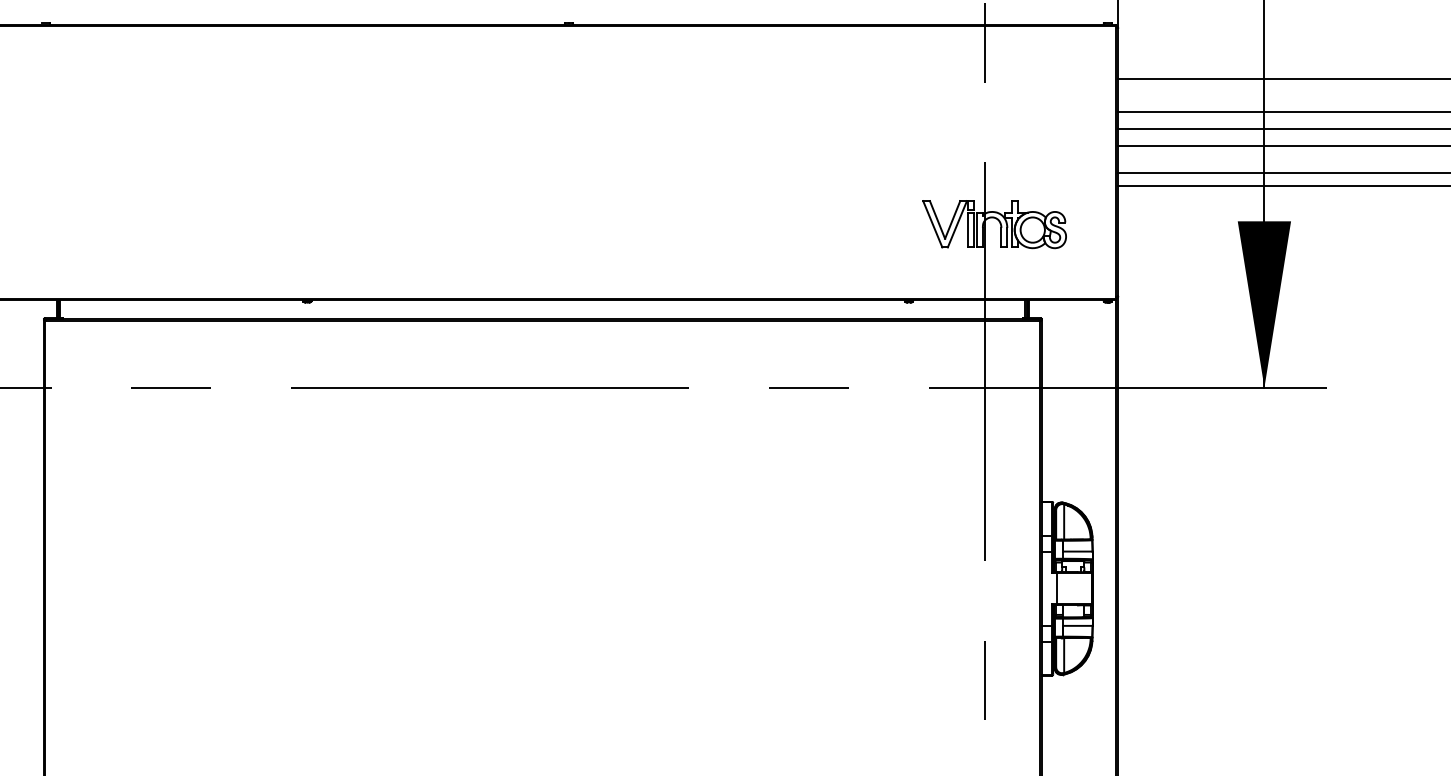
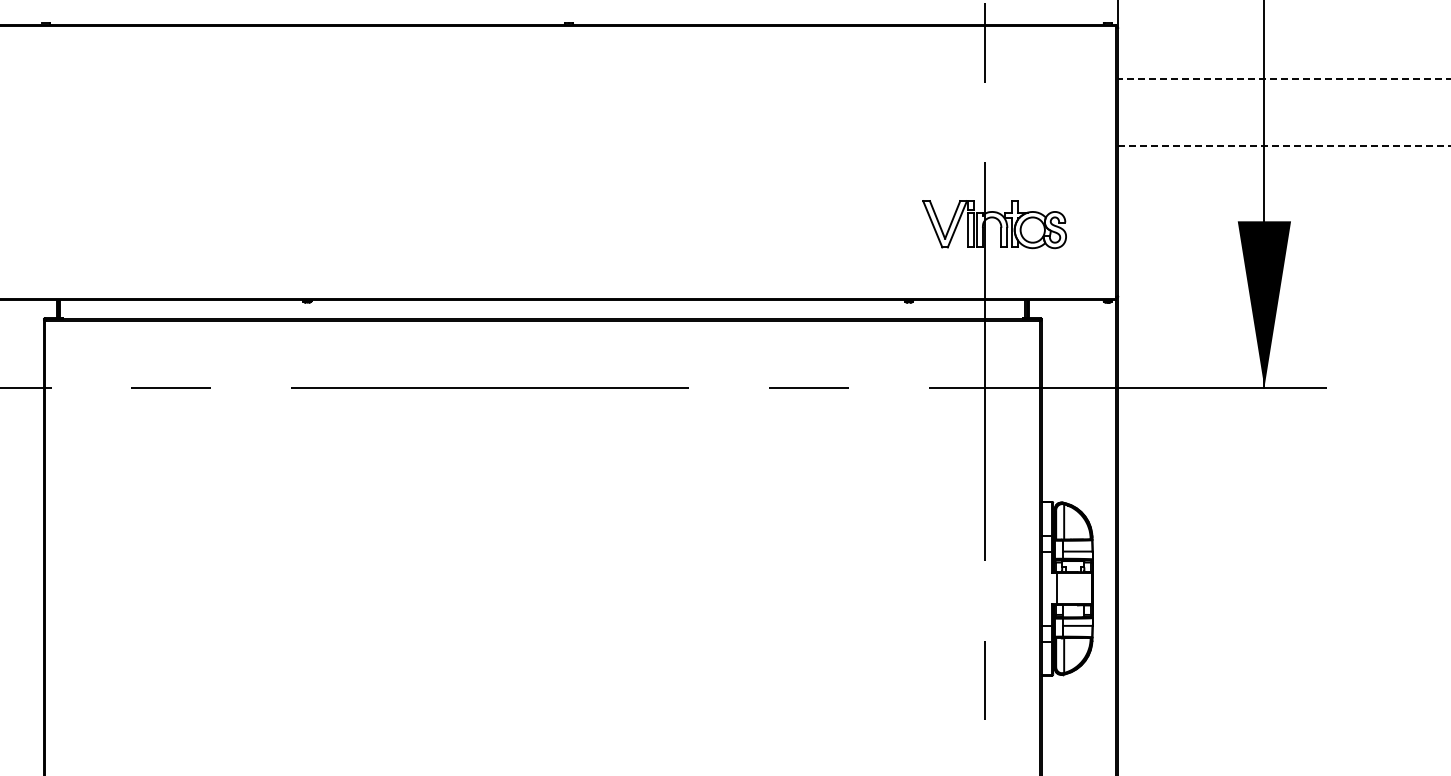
line at (1284, 78): solid -> dashed
line at (1282, 112): present -> none
line at (1282, 129): present -> none
line at (1284, 145): solid -> dashed
line at (1282, 173): present -> none
line at (1282, 185): present -> none
